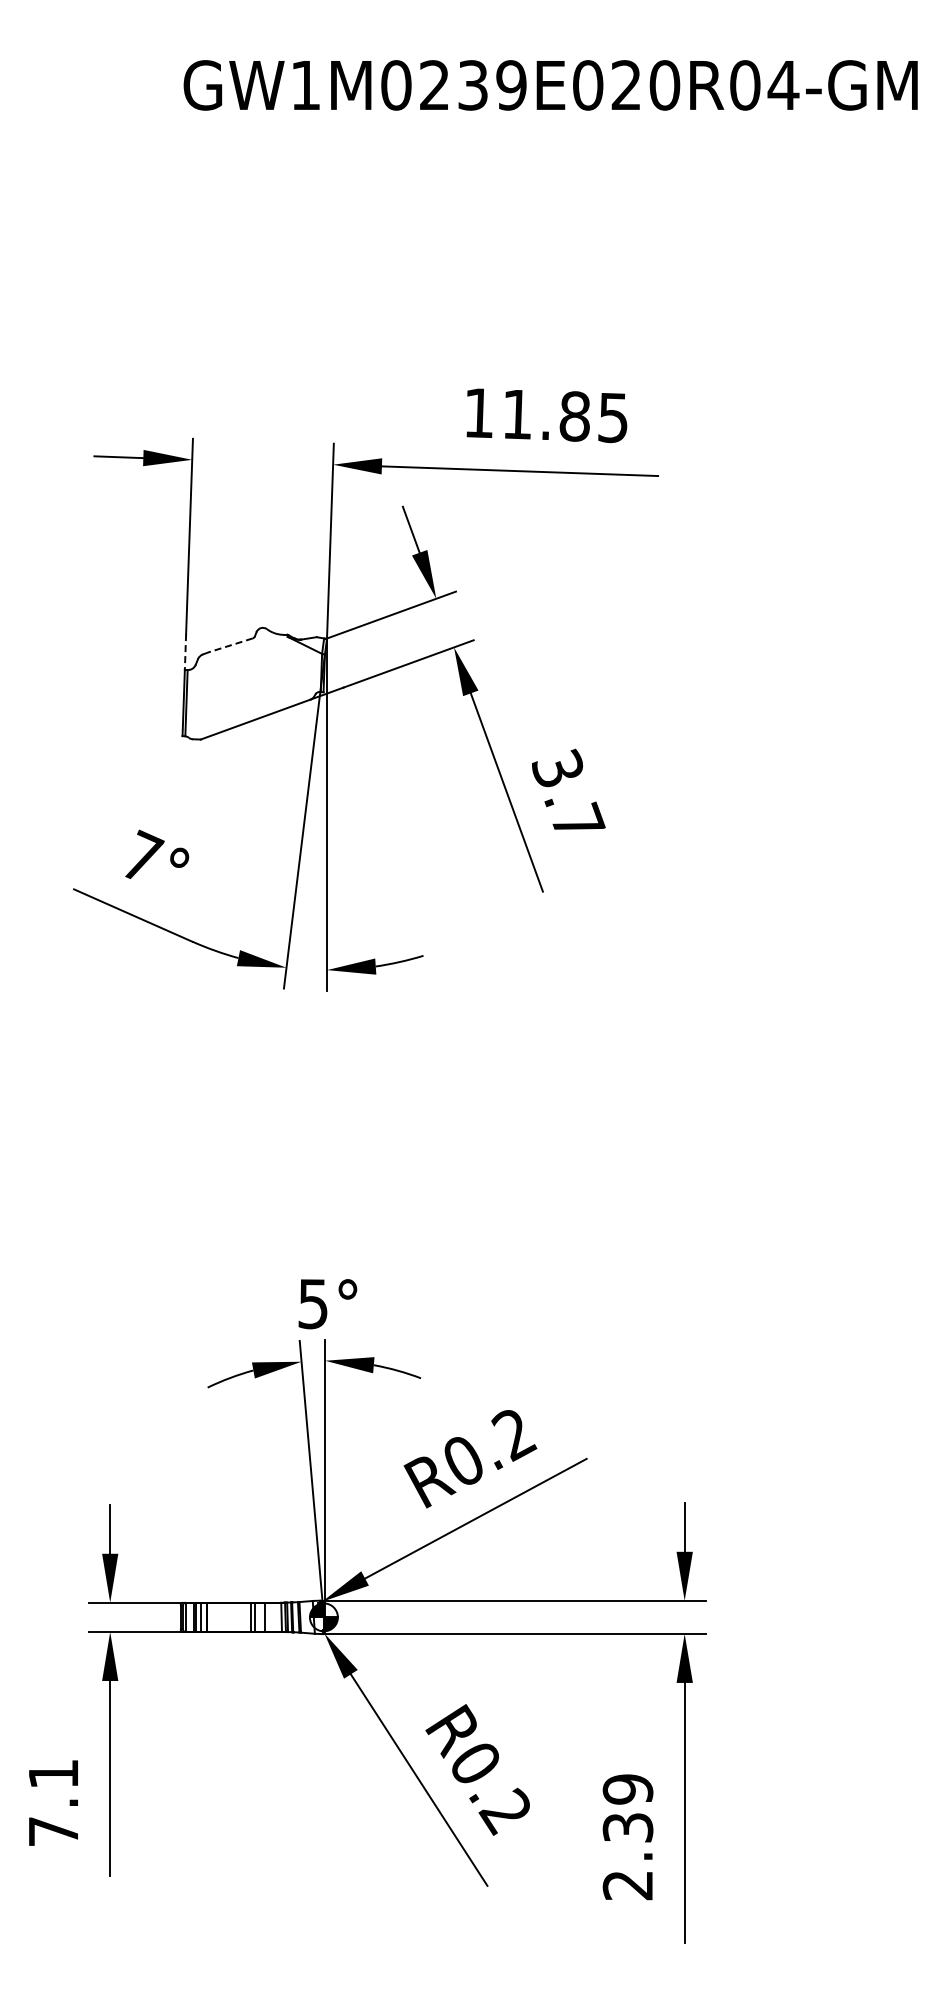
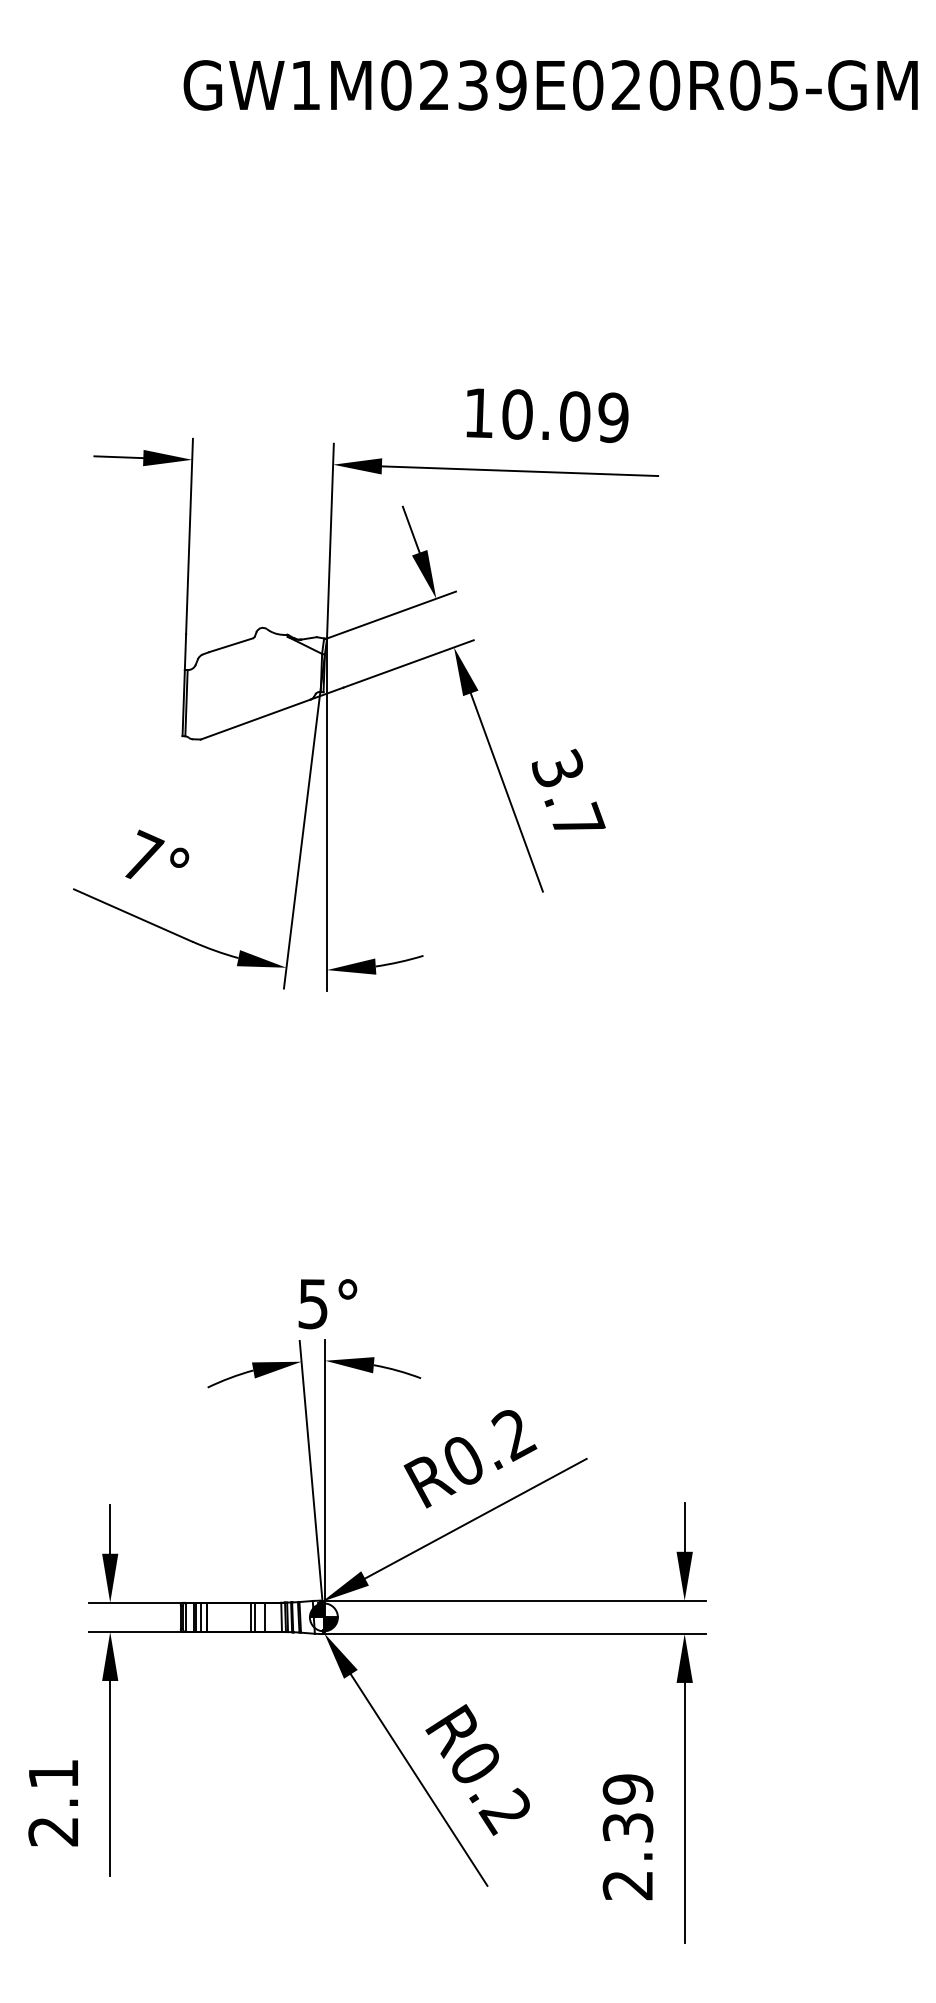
text at (783, 85): GW1M0239E020R04-GM -> GW1M0239E020R05-GM
text at (565, 415): 11.85 -> 10.09
line at (231, 645): dashed -> solid
line at (185, 652): dashed -> solid
text at (52, 1831): 7.1 -> 2.1
